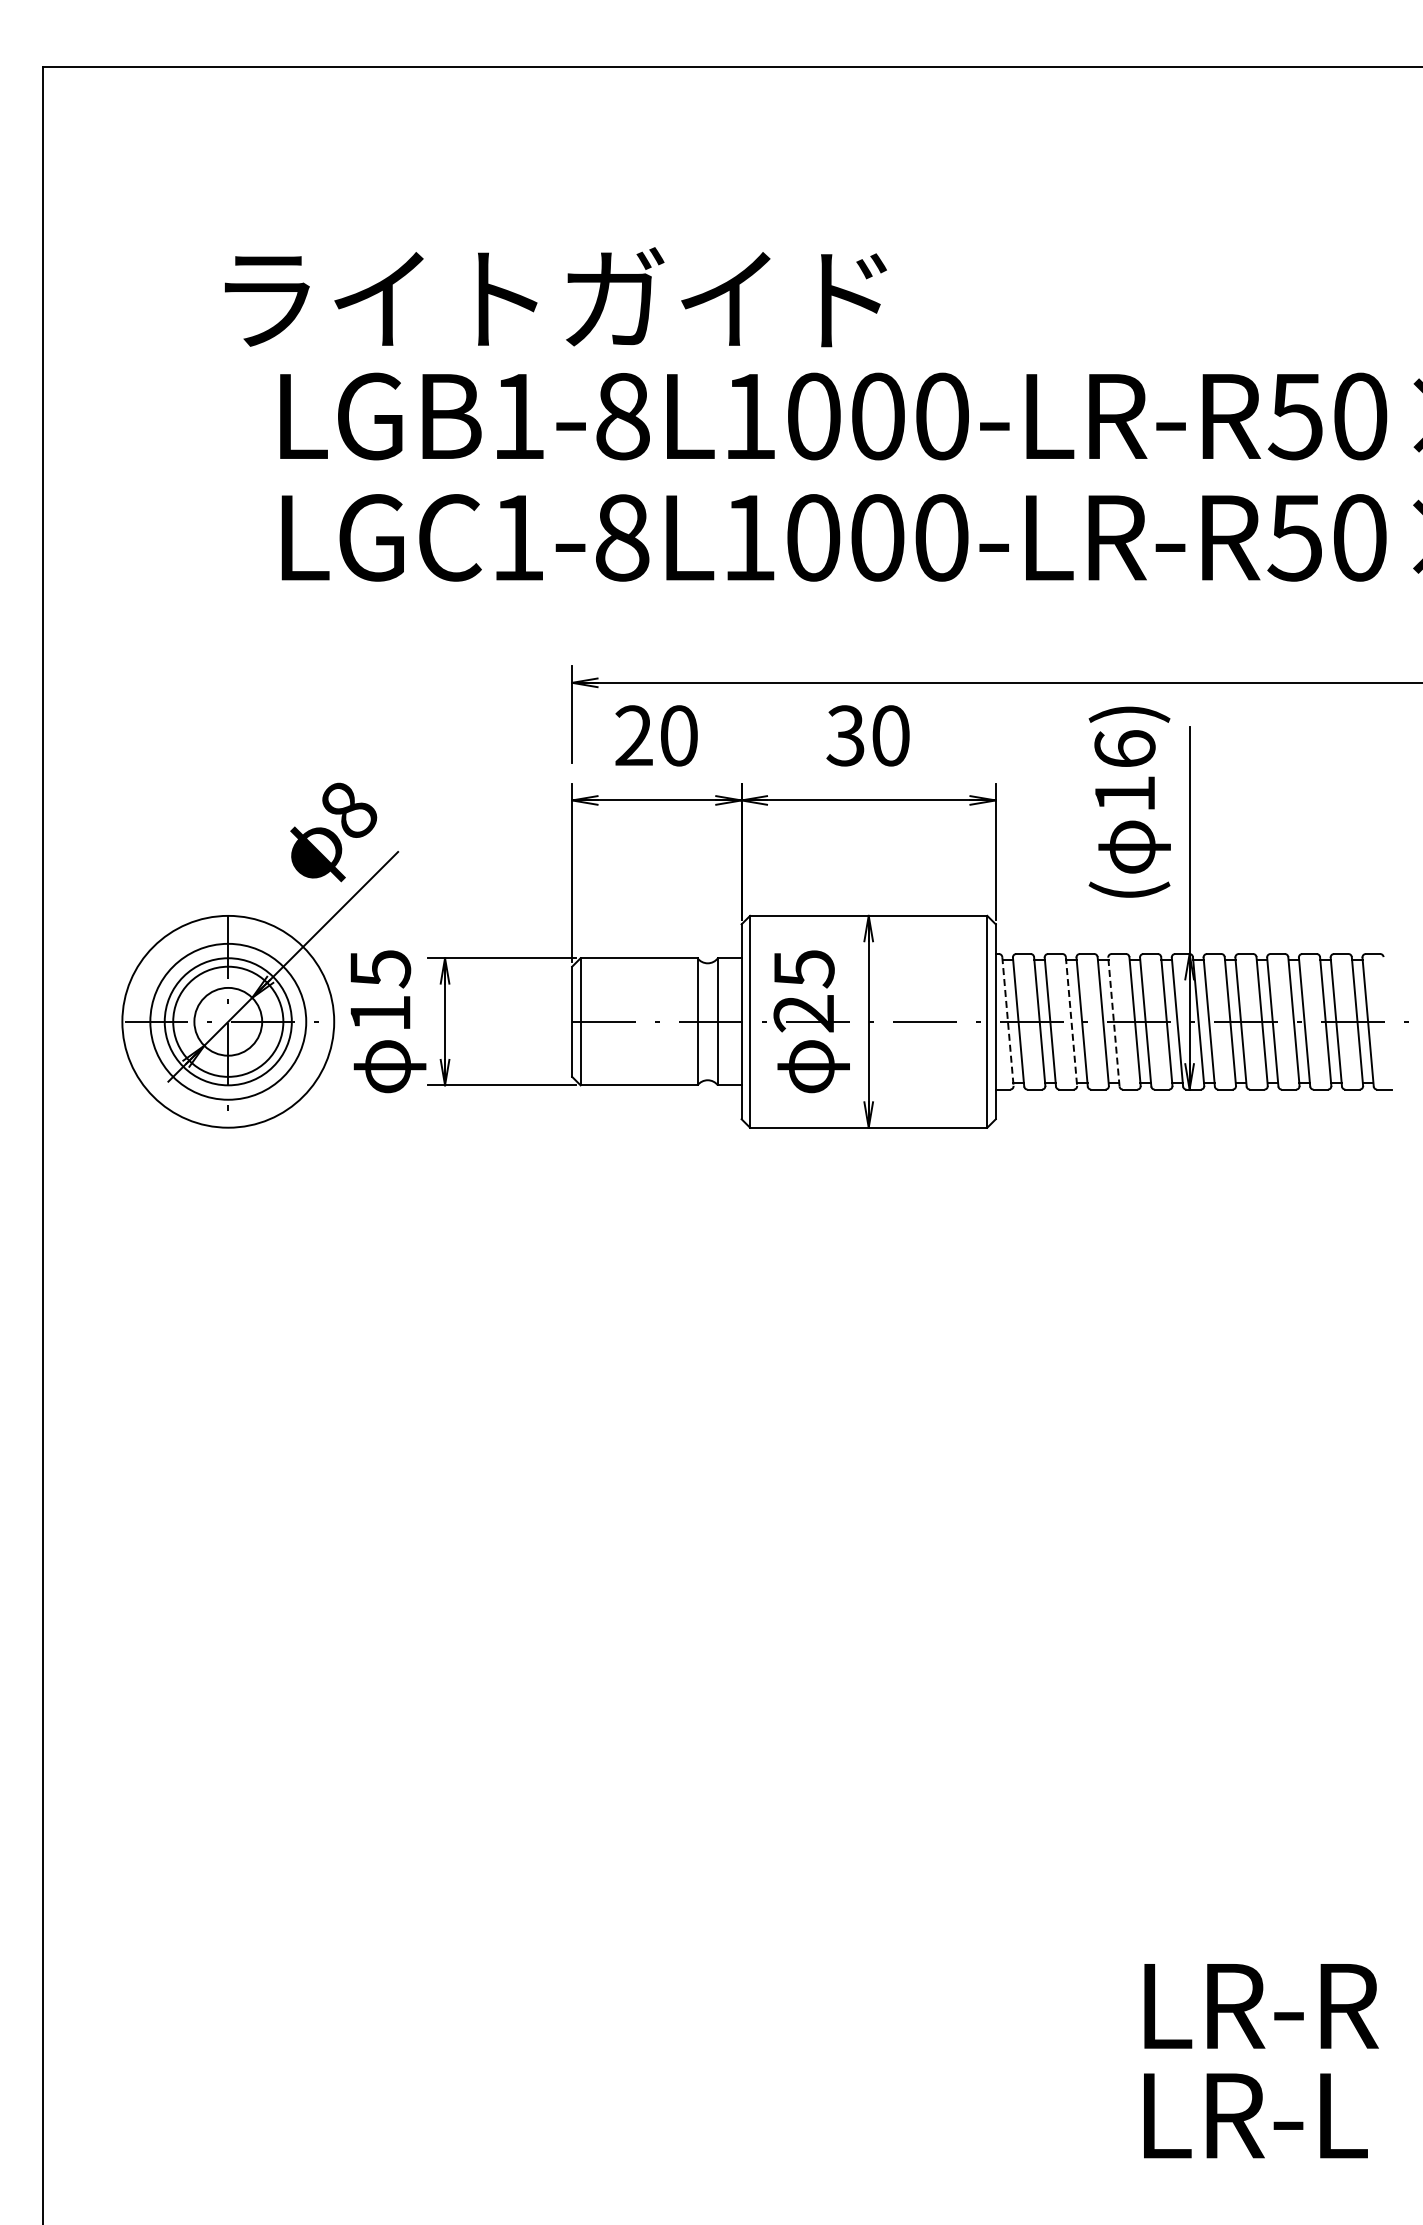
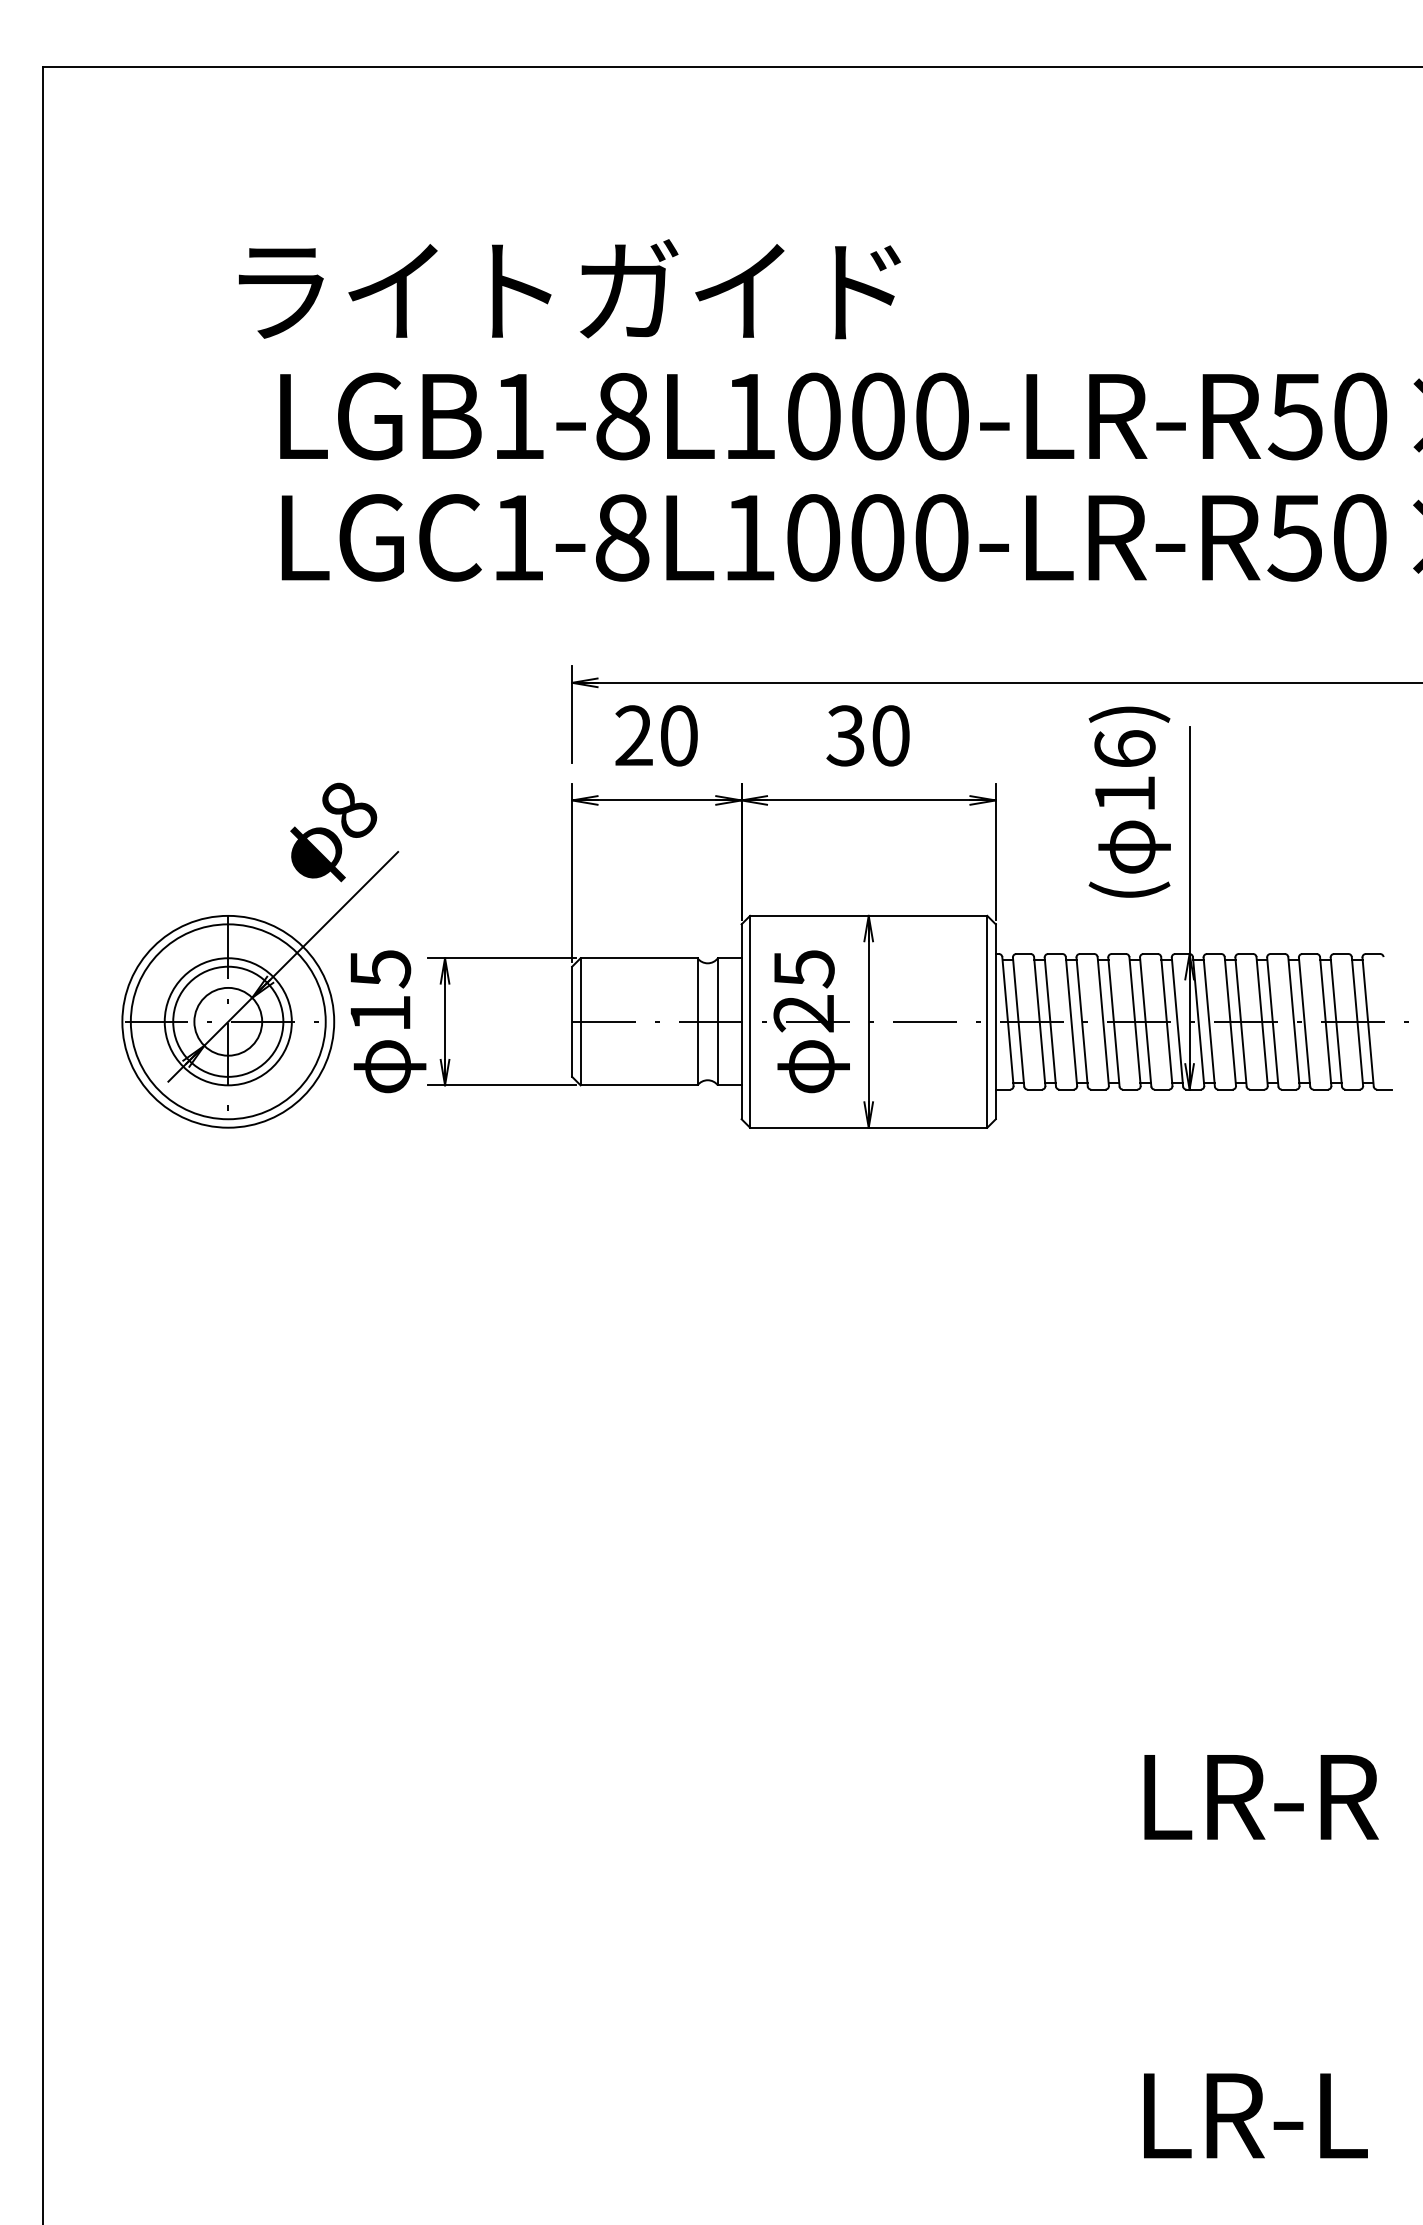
text at (555, 297) position: (555, 297) -> (569, 289)
circle at (228, 1021) diameter: 156 px -> 195 px
line at (1007, 1021): dashed -> solid
line at (1071, 1021): dashed -> solid
line at (1113, 1022): dashed -> solid
text at (1261, 2006) position: (1261, 2006) -> (1261, 1797)
